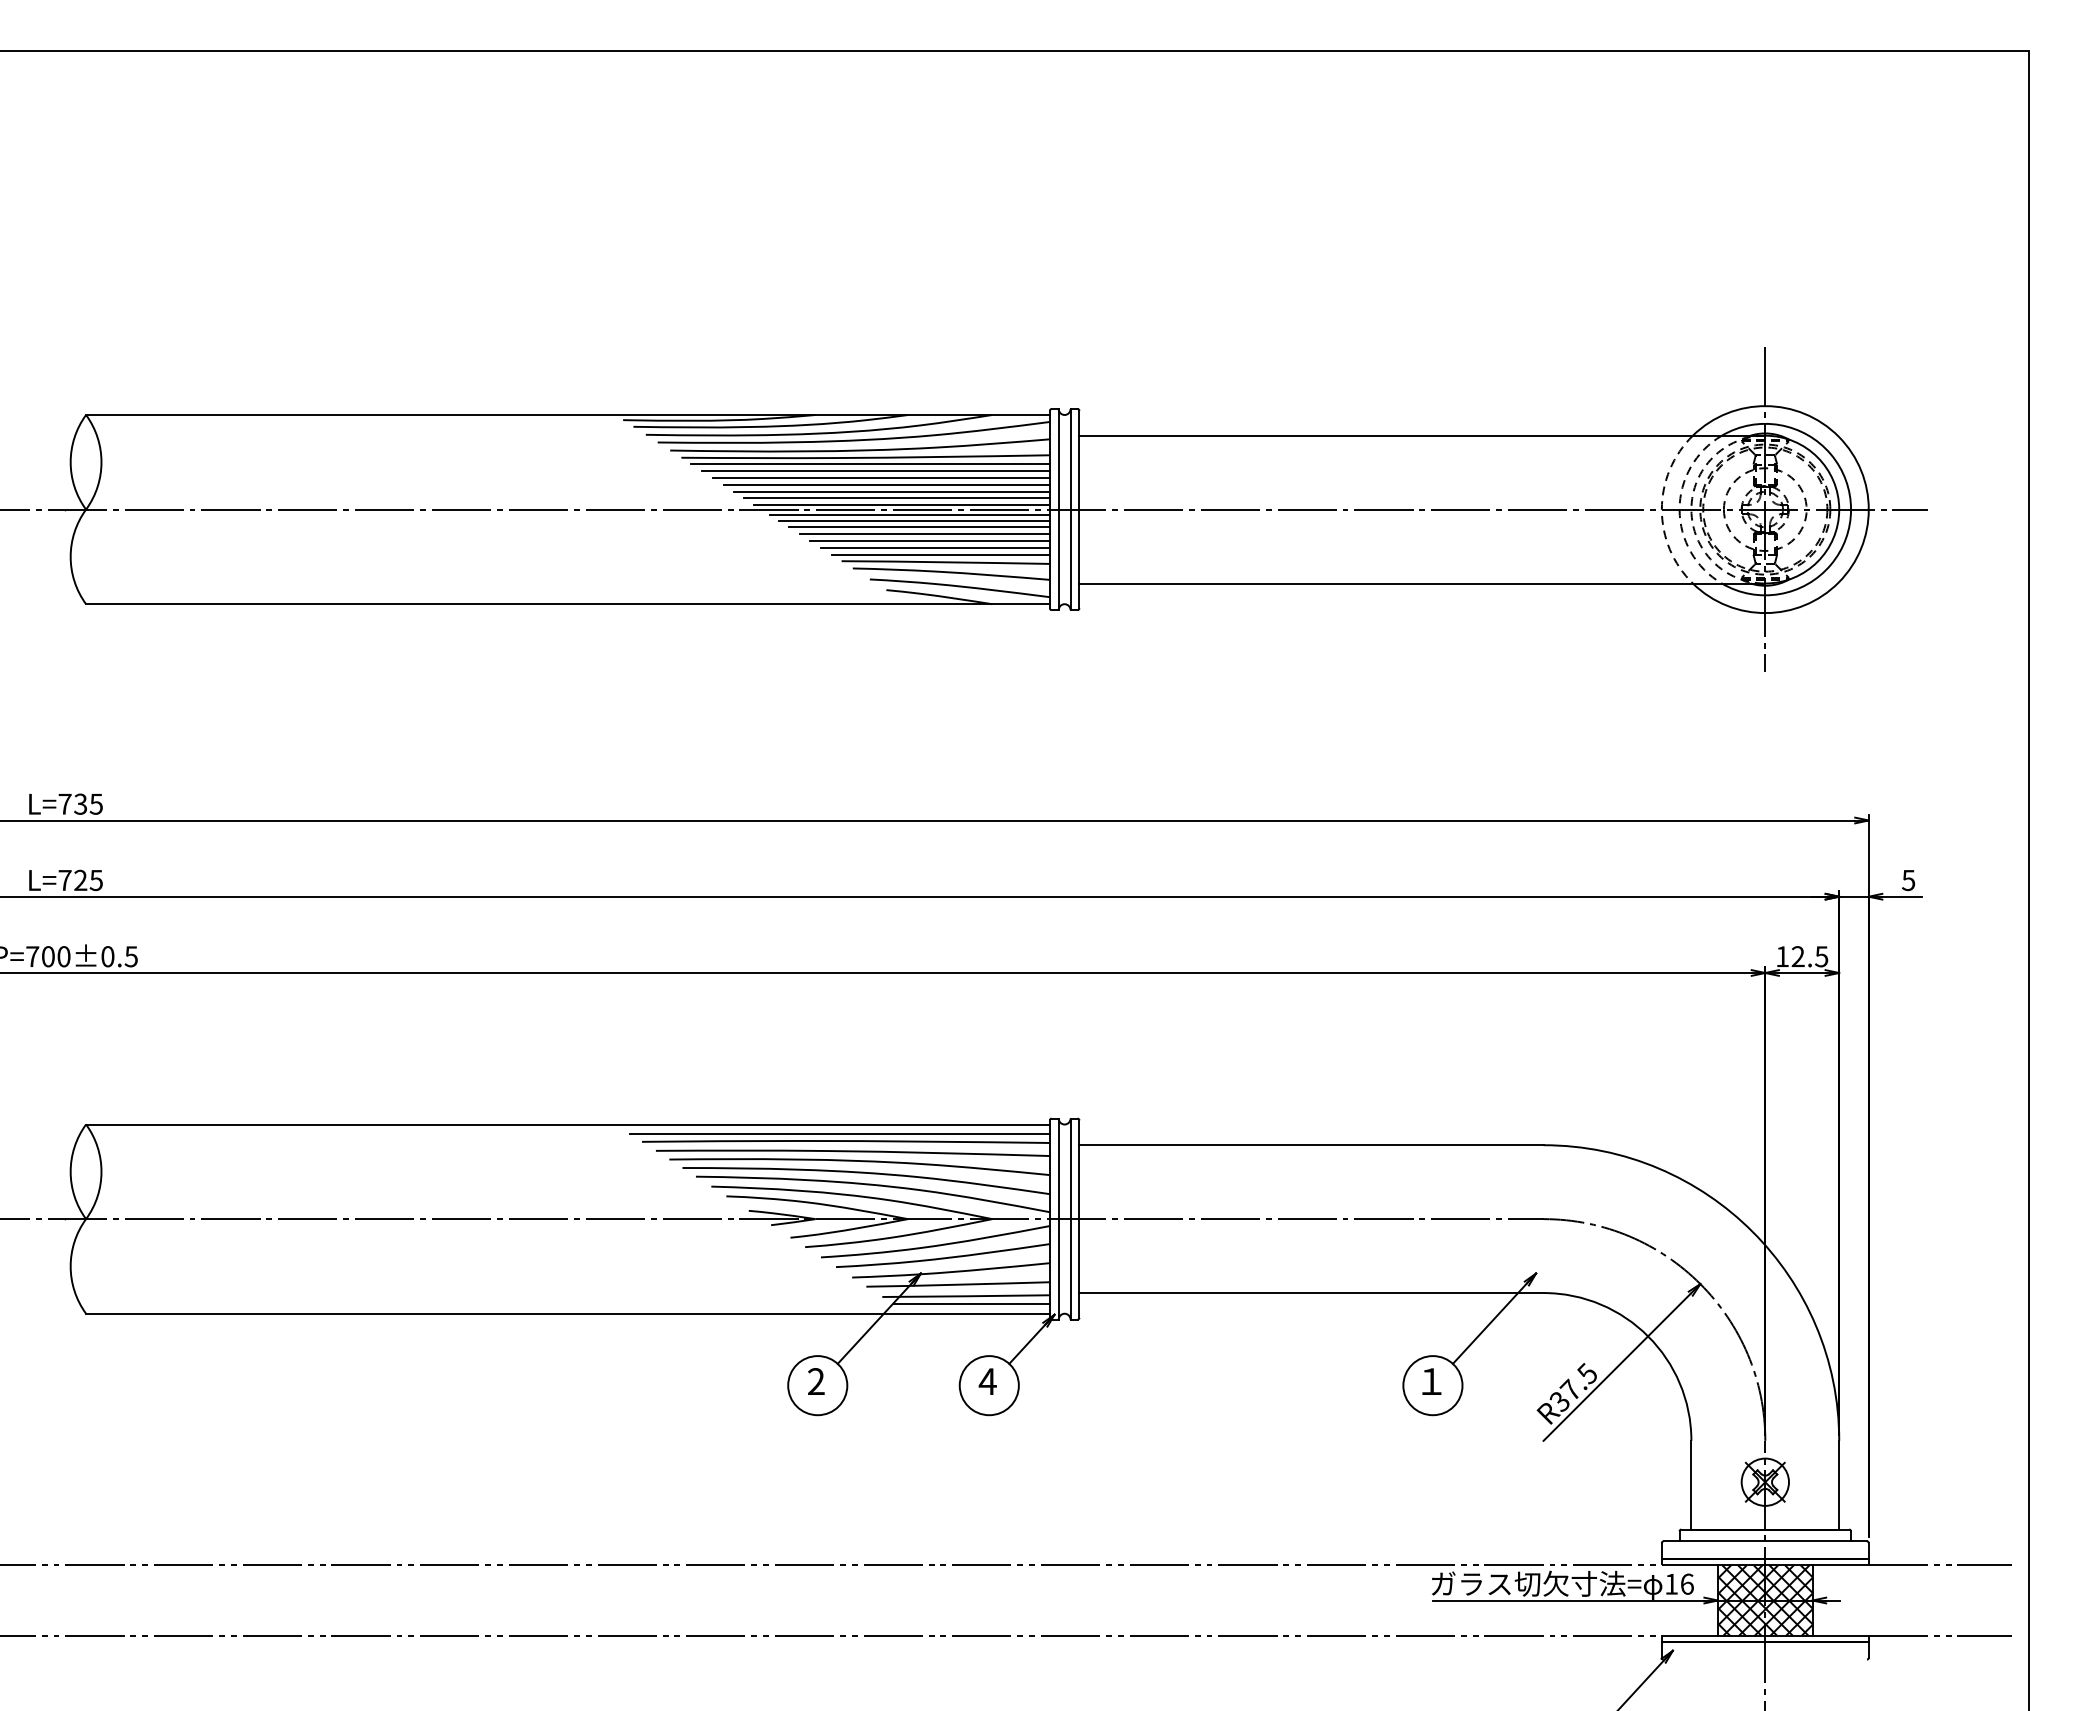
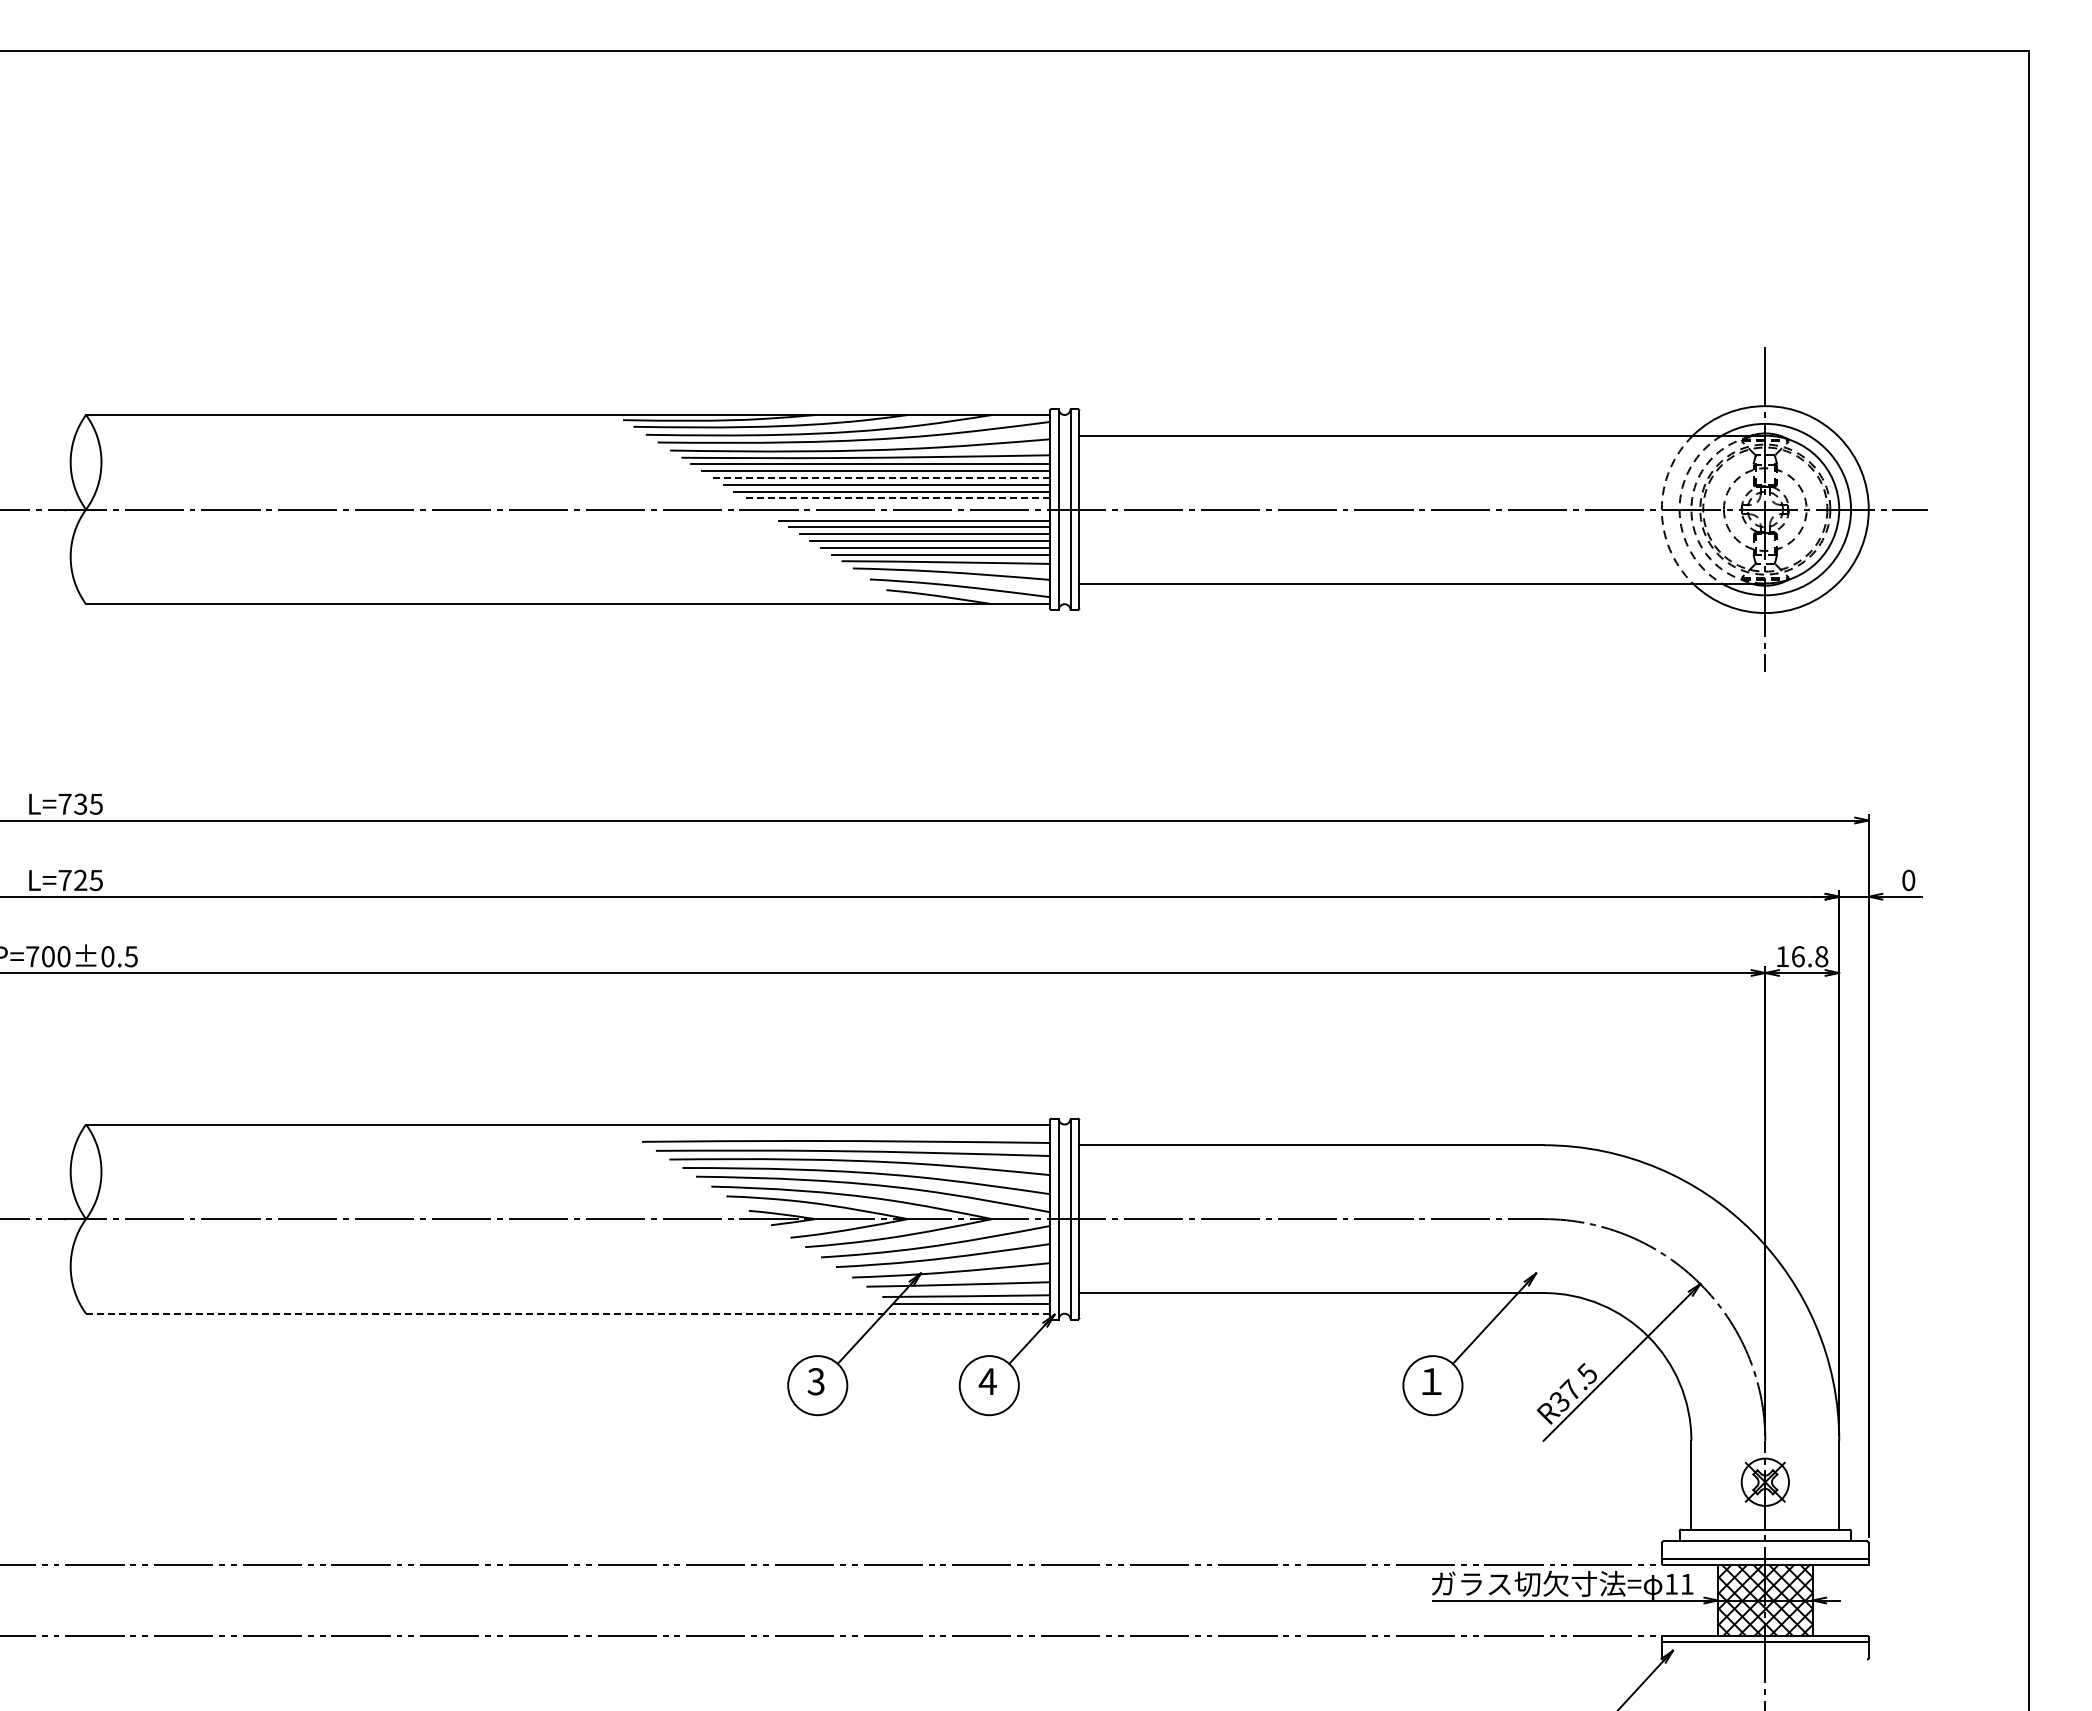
line at (880, 478): solid -> dashed
line at (896, 498): solid -> dashed
line at (901, 504): present -> none
line at (909, 514): present -> none
text at (1908, 879): 5 -> 0
text at (1809, 956): 12.5 -> 16.8
line at (839, 1133): present -> none
line at (567, 1313): solid -> dashed
text at (815, 1381): 2 -> 3
line at (1939, 1565): present -> none
text at (1687, 1583): 16 -> 11
line at (1939, 1635): present -> none
